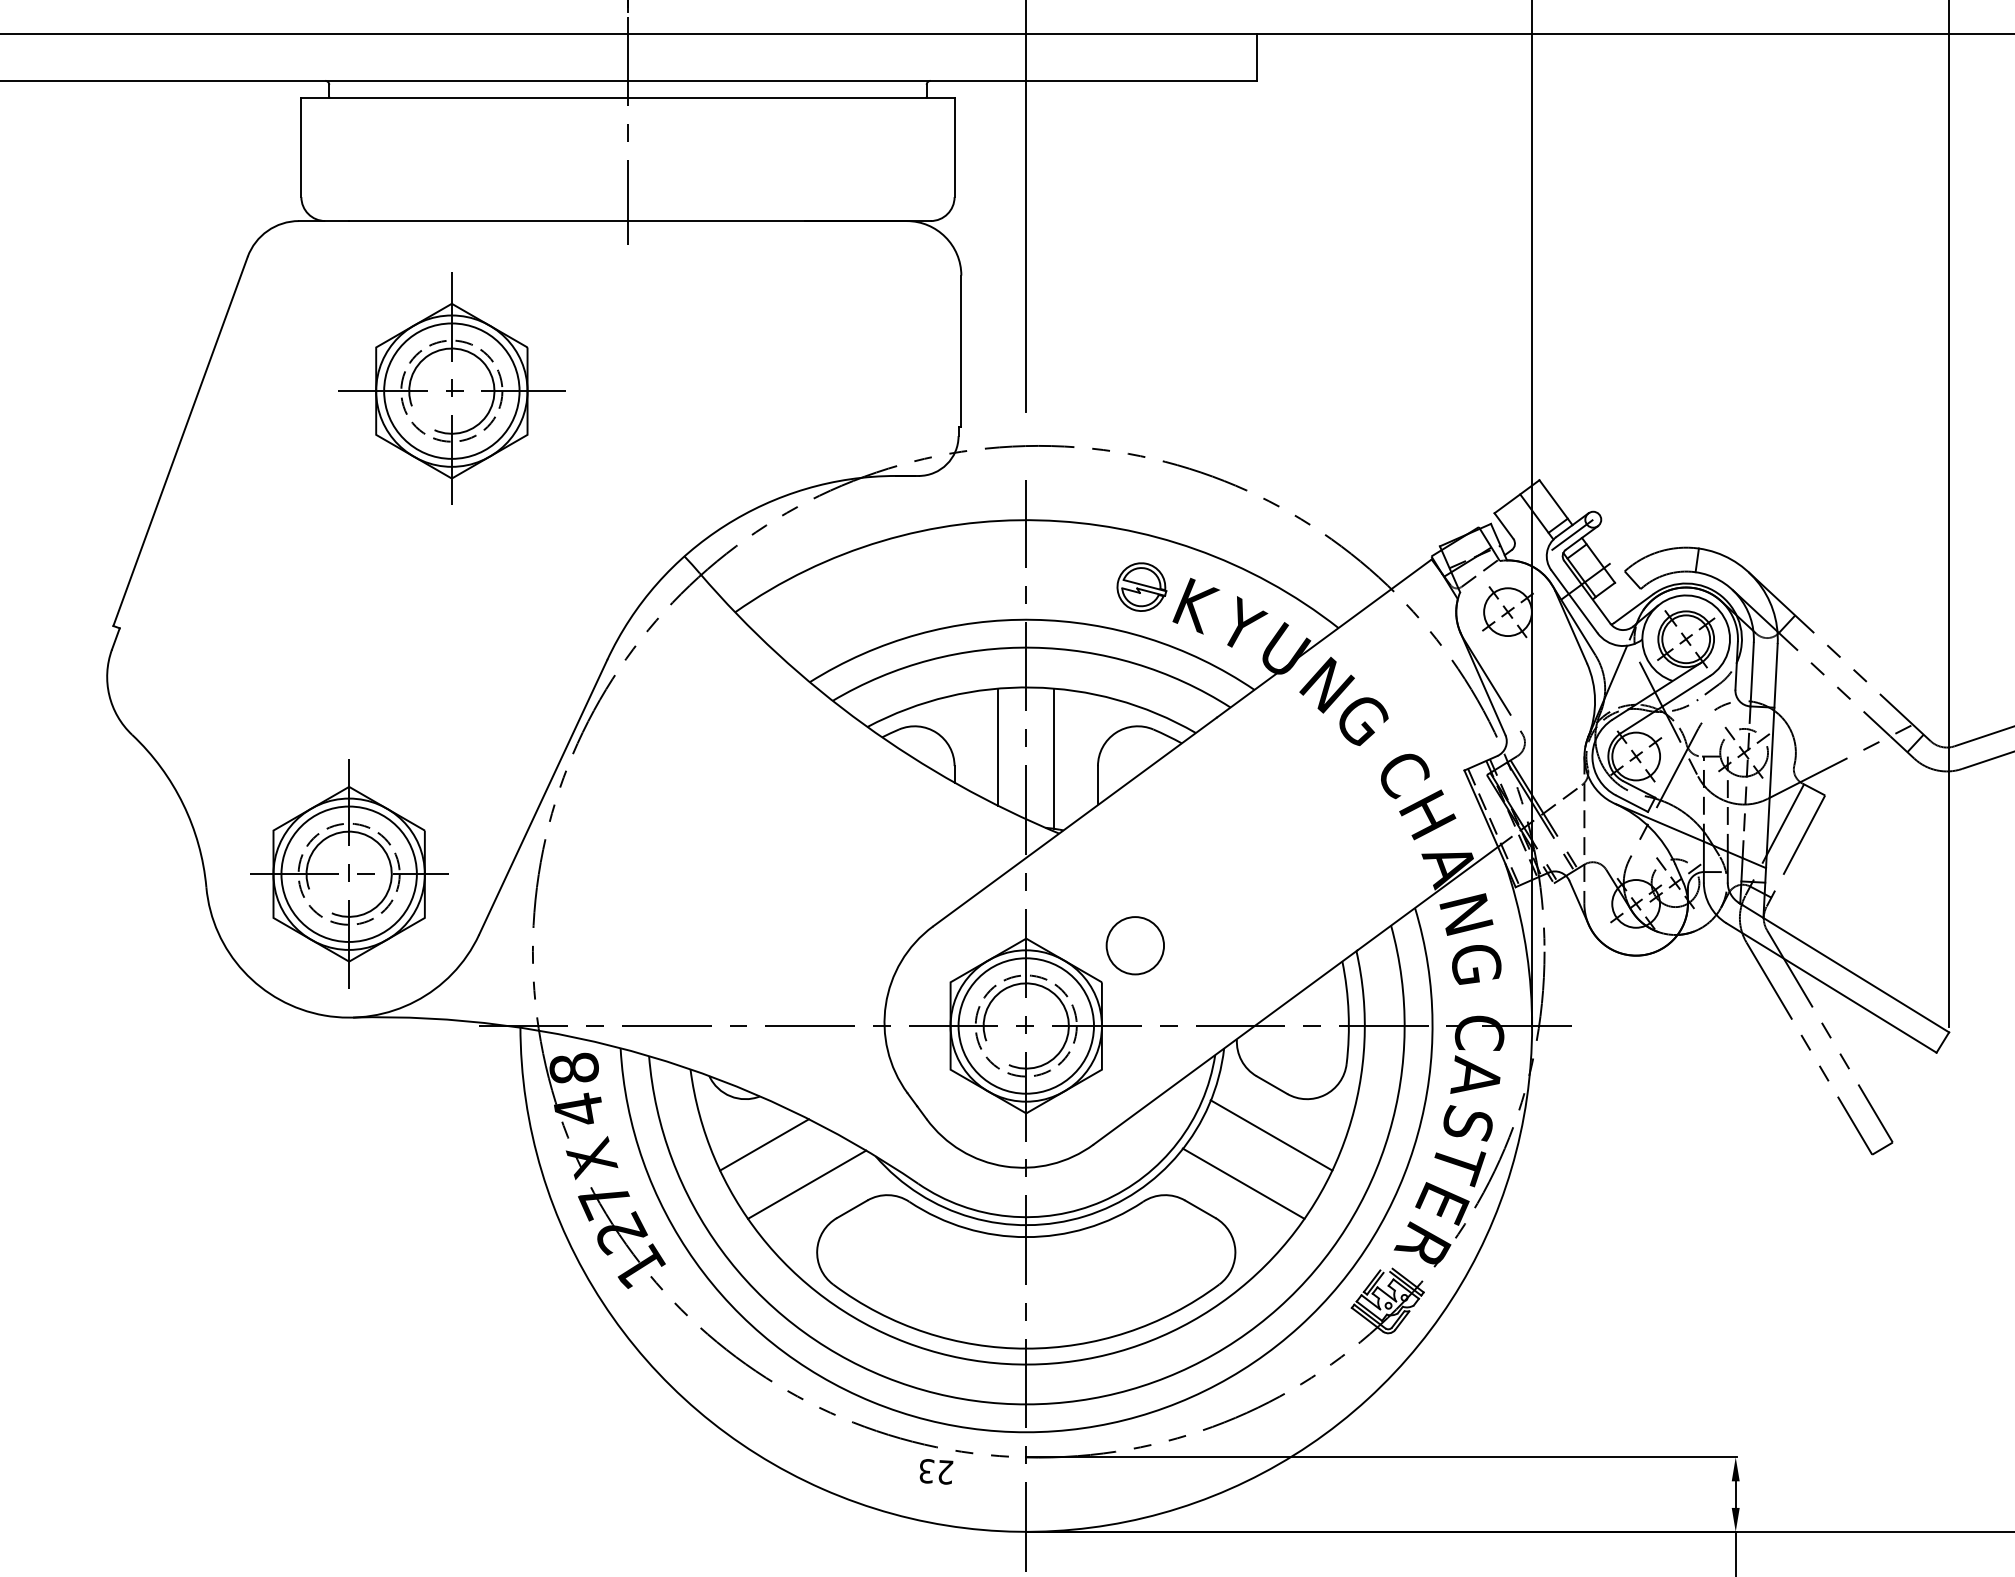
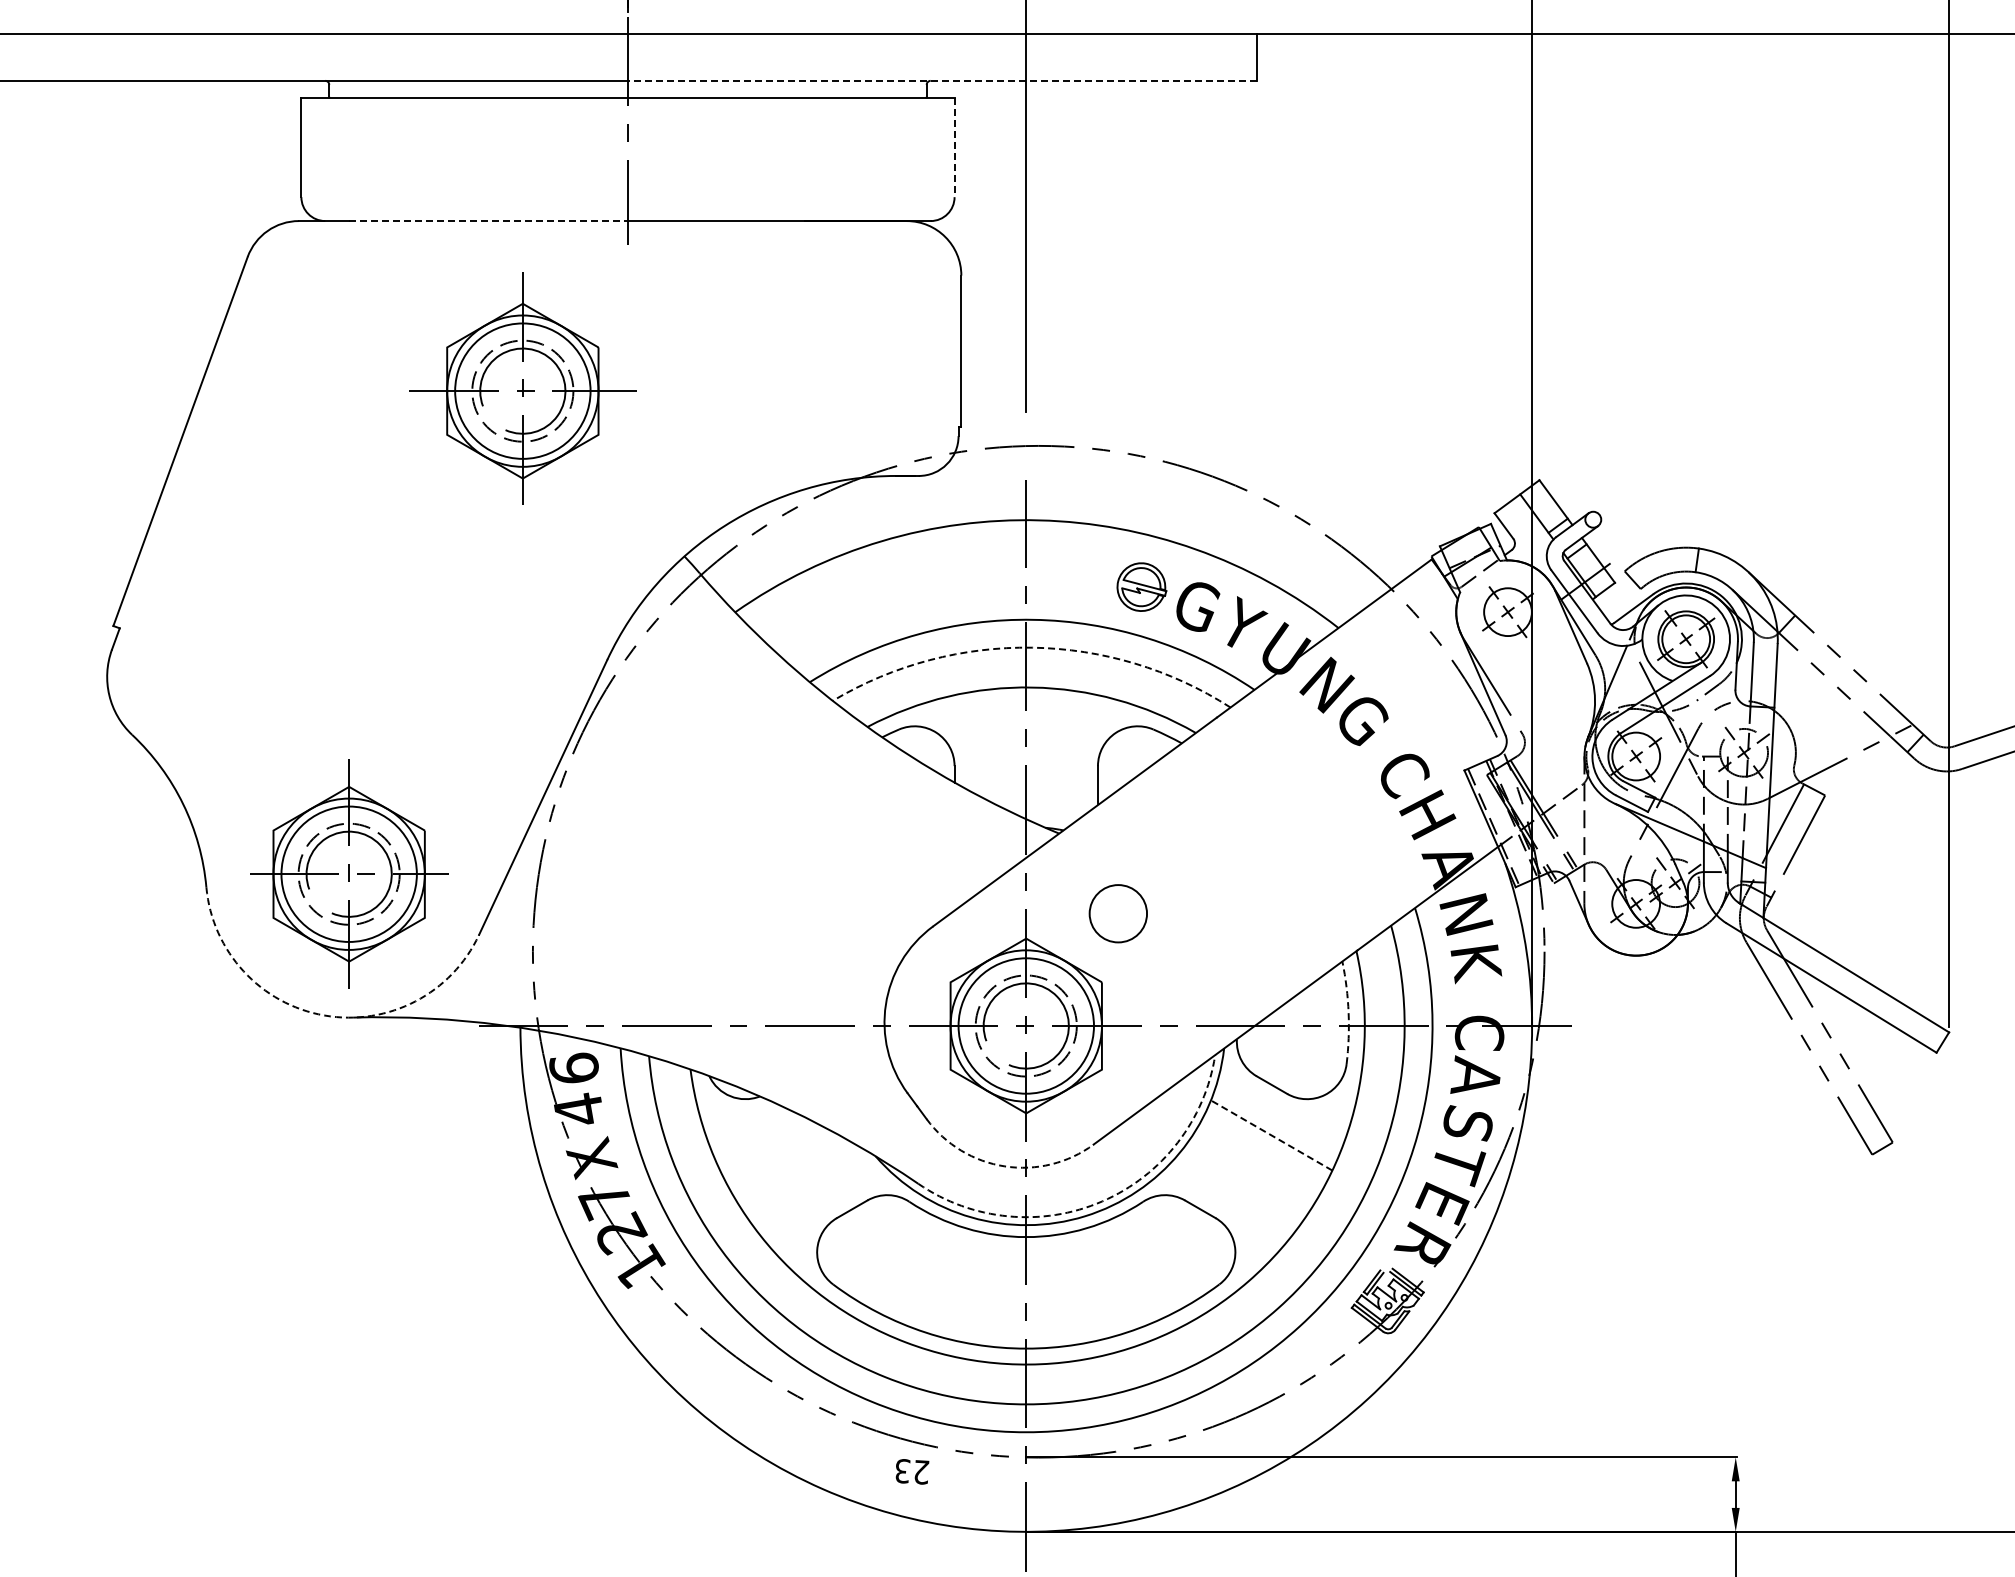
line at (942, 80): solid -> dashed
line at (954, 148): solid -> dashed
line at (489, 221): solid -> dashed
part at (451, 388) position: (451, 388) -> (522, 388)
line at (1572, 534): present -> none
text at (1196, 605): K -> G
arc at (1032, 647): solid -> dashed
line at (998, 746): present -> none
line at (1054, 758): present -> none
circle at (1134, 945) position: (1134, 945) -> (1117, 913)
text at (1476, 964): G -> K
arc at (1348, 1012): solid -> dashed
arc at (324, 1015): solid -> dashed
text at (573, 1067): 8 -> 6
line at (1271, 1135): solid -> dashed
line at (764, 1144): present -> none
arc at (1004, 1166): solid -> dashed
line at (1243, 1183): present -> none
line at (807, 1184): present -> none
arc at (1102, 1201): solid -> dashed
text at (936, 1471) position: (936, 1471) -> (912, 1471)
